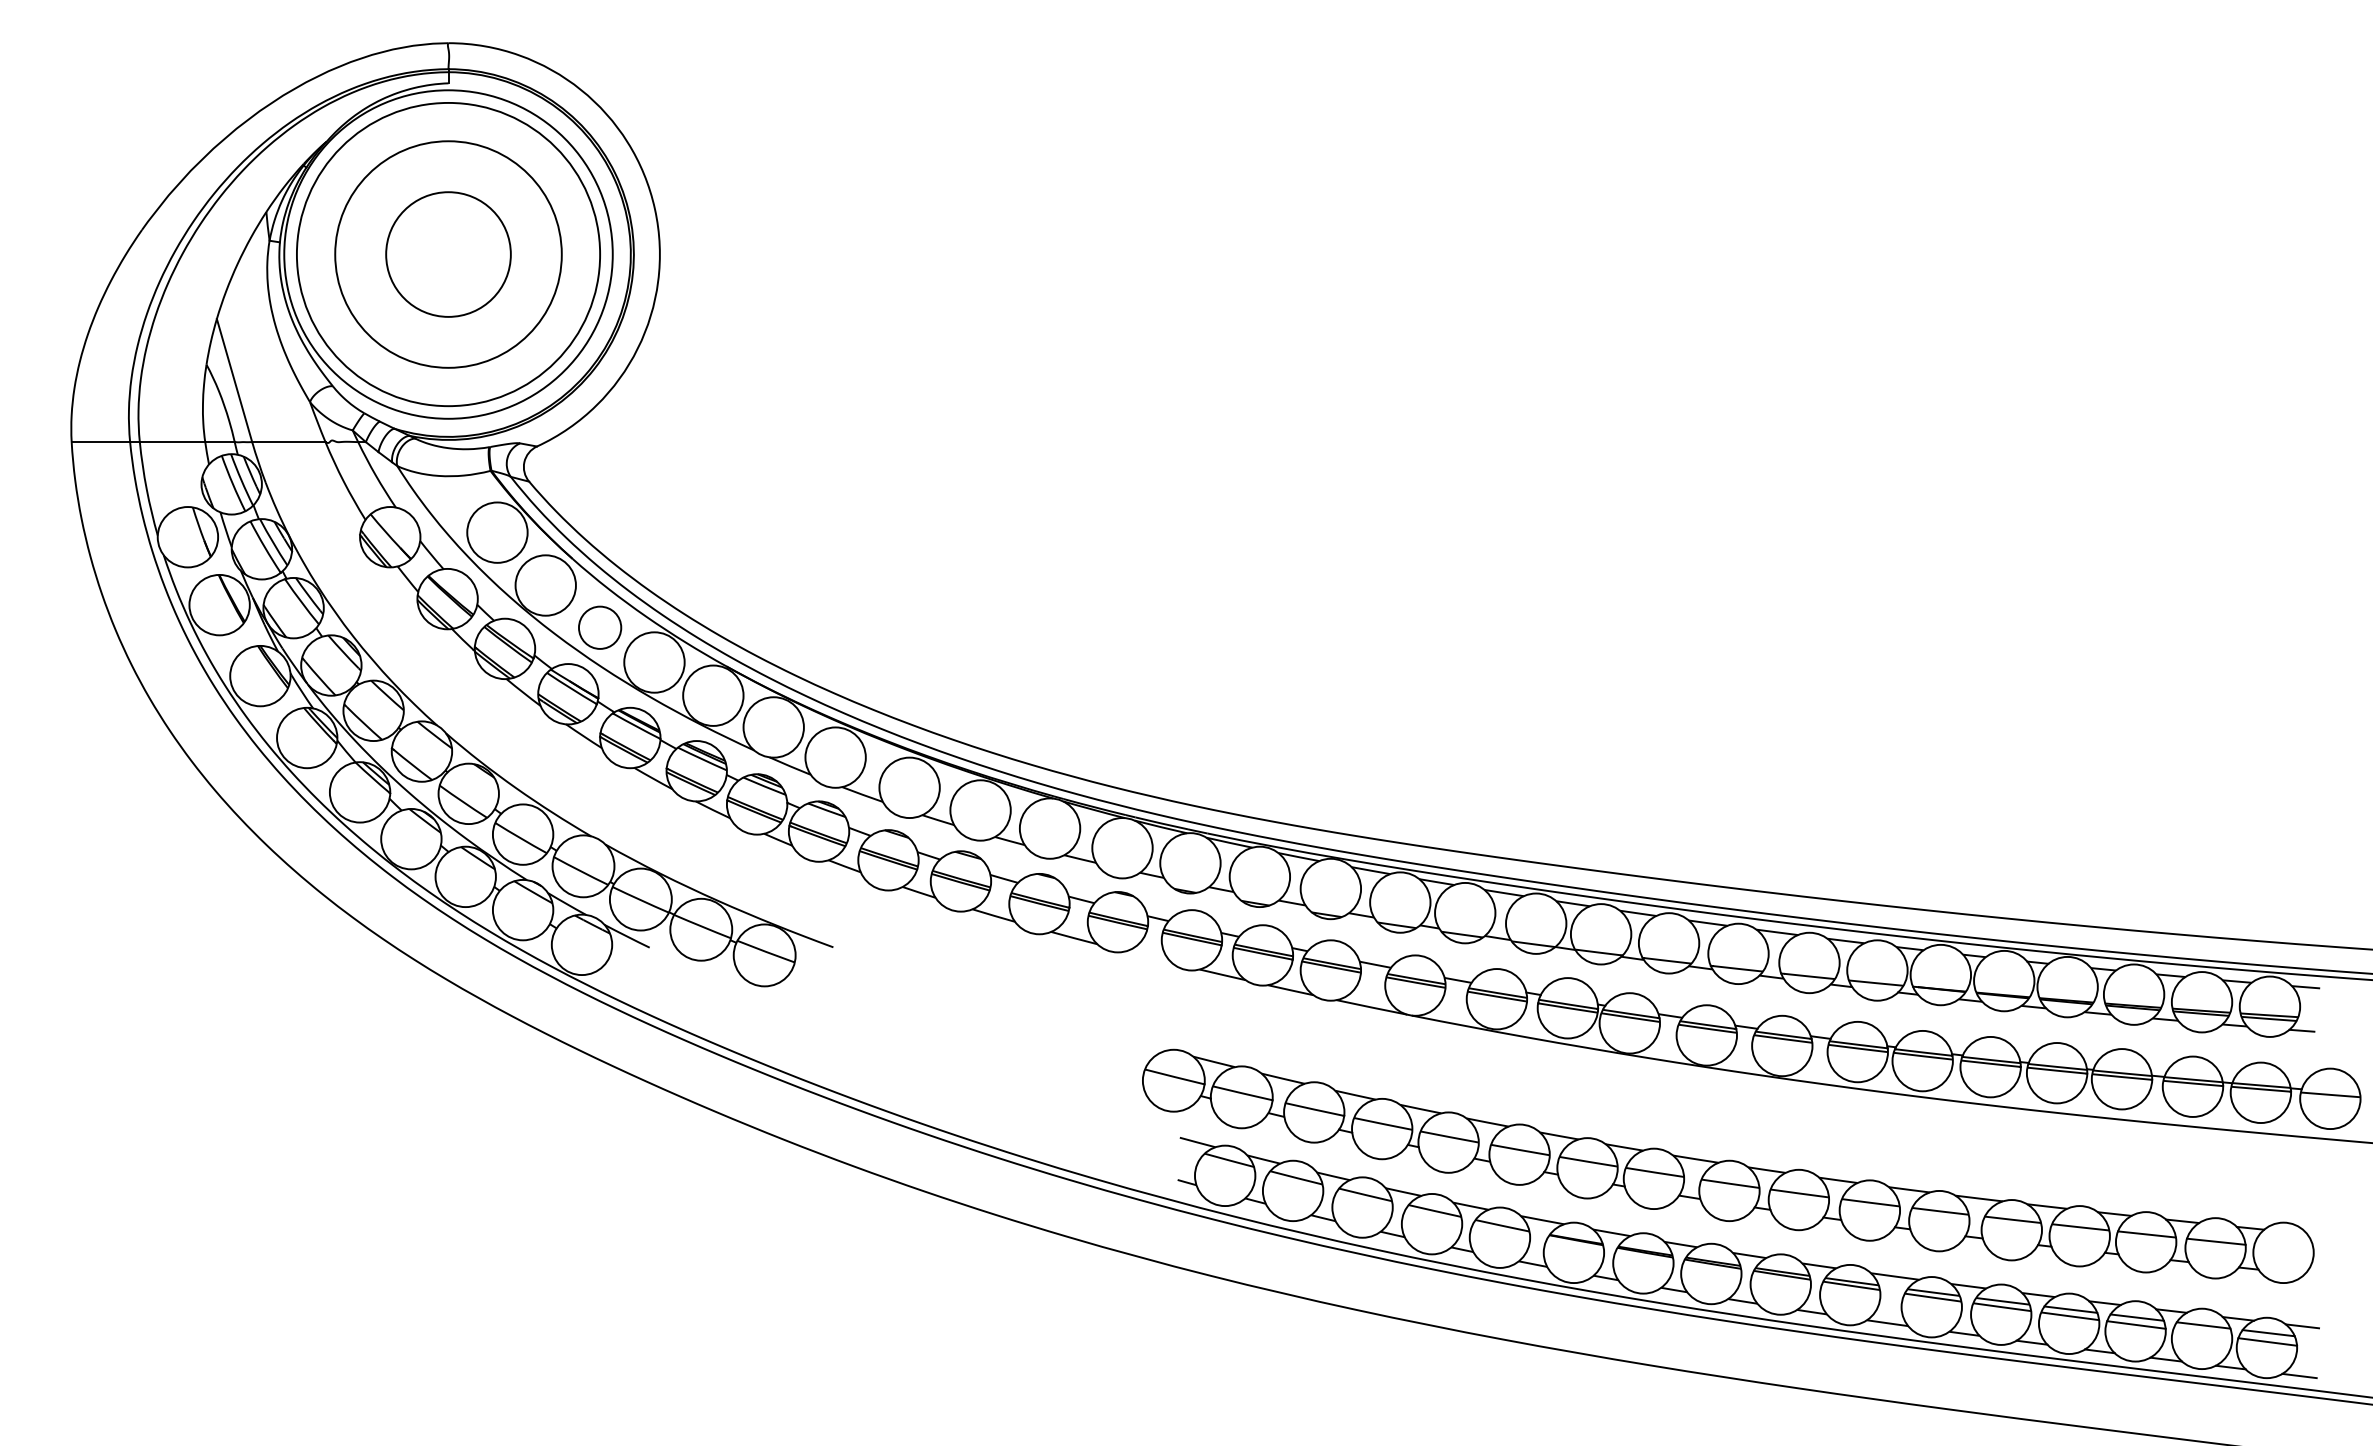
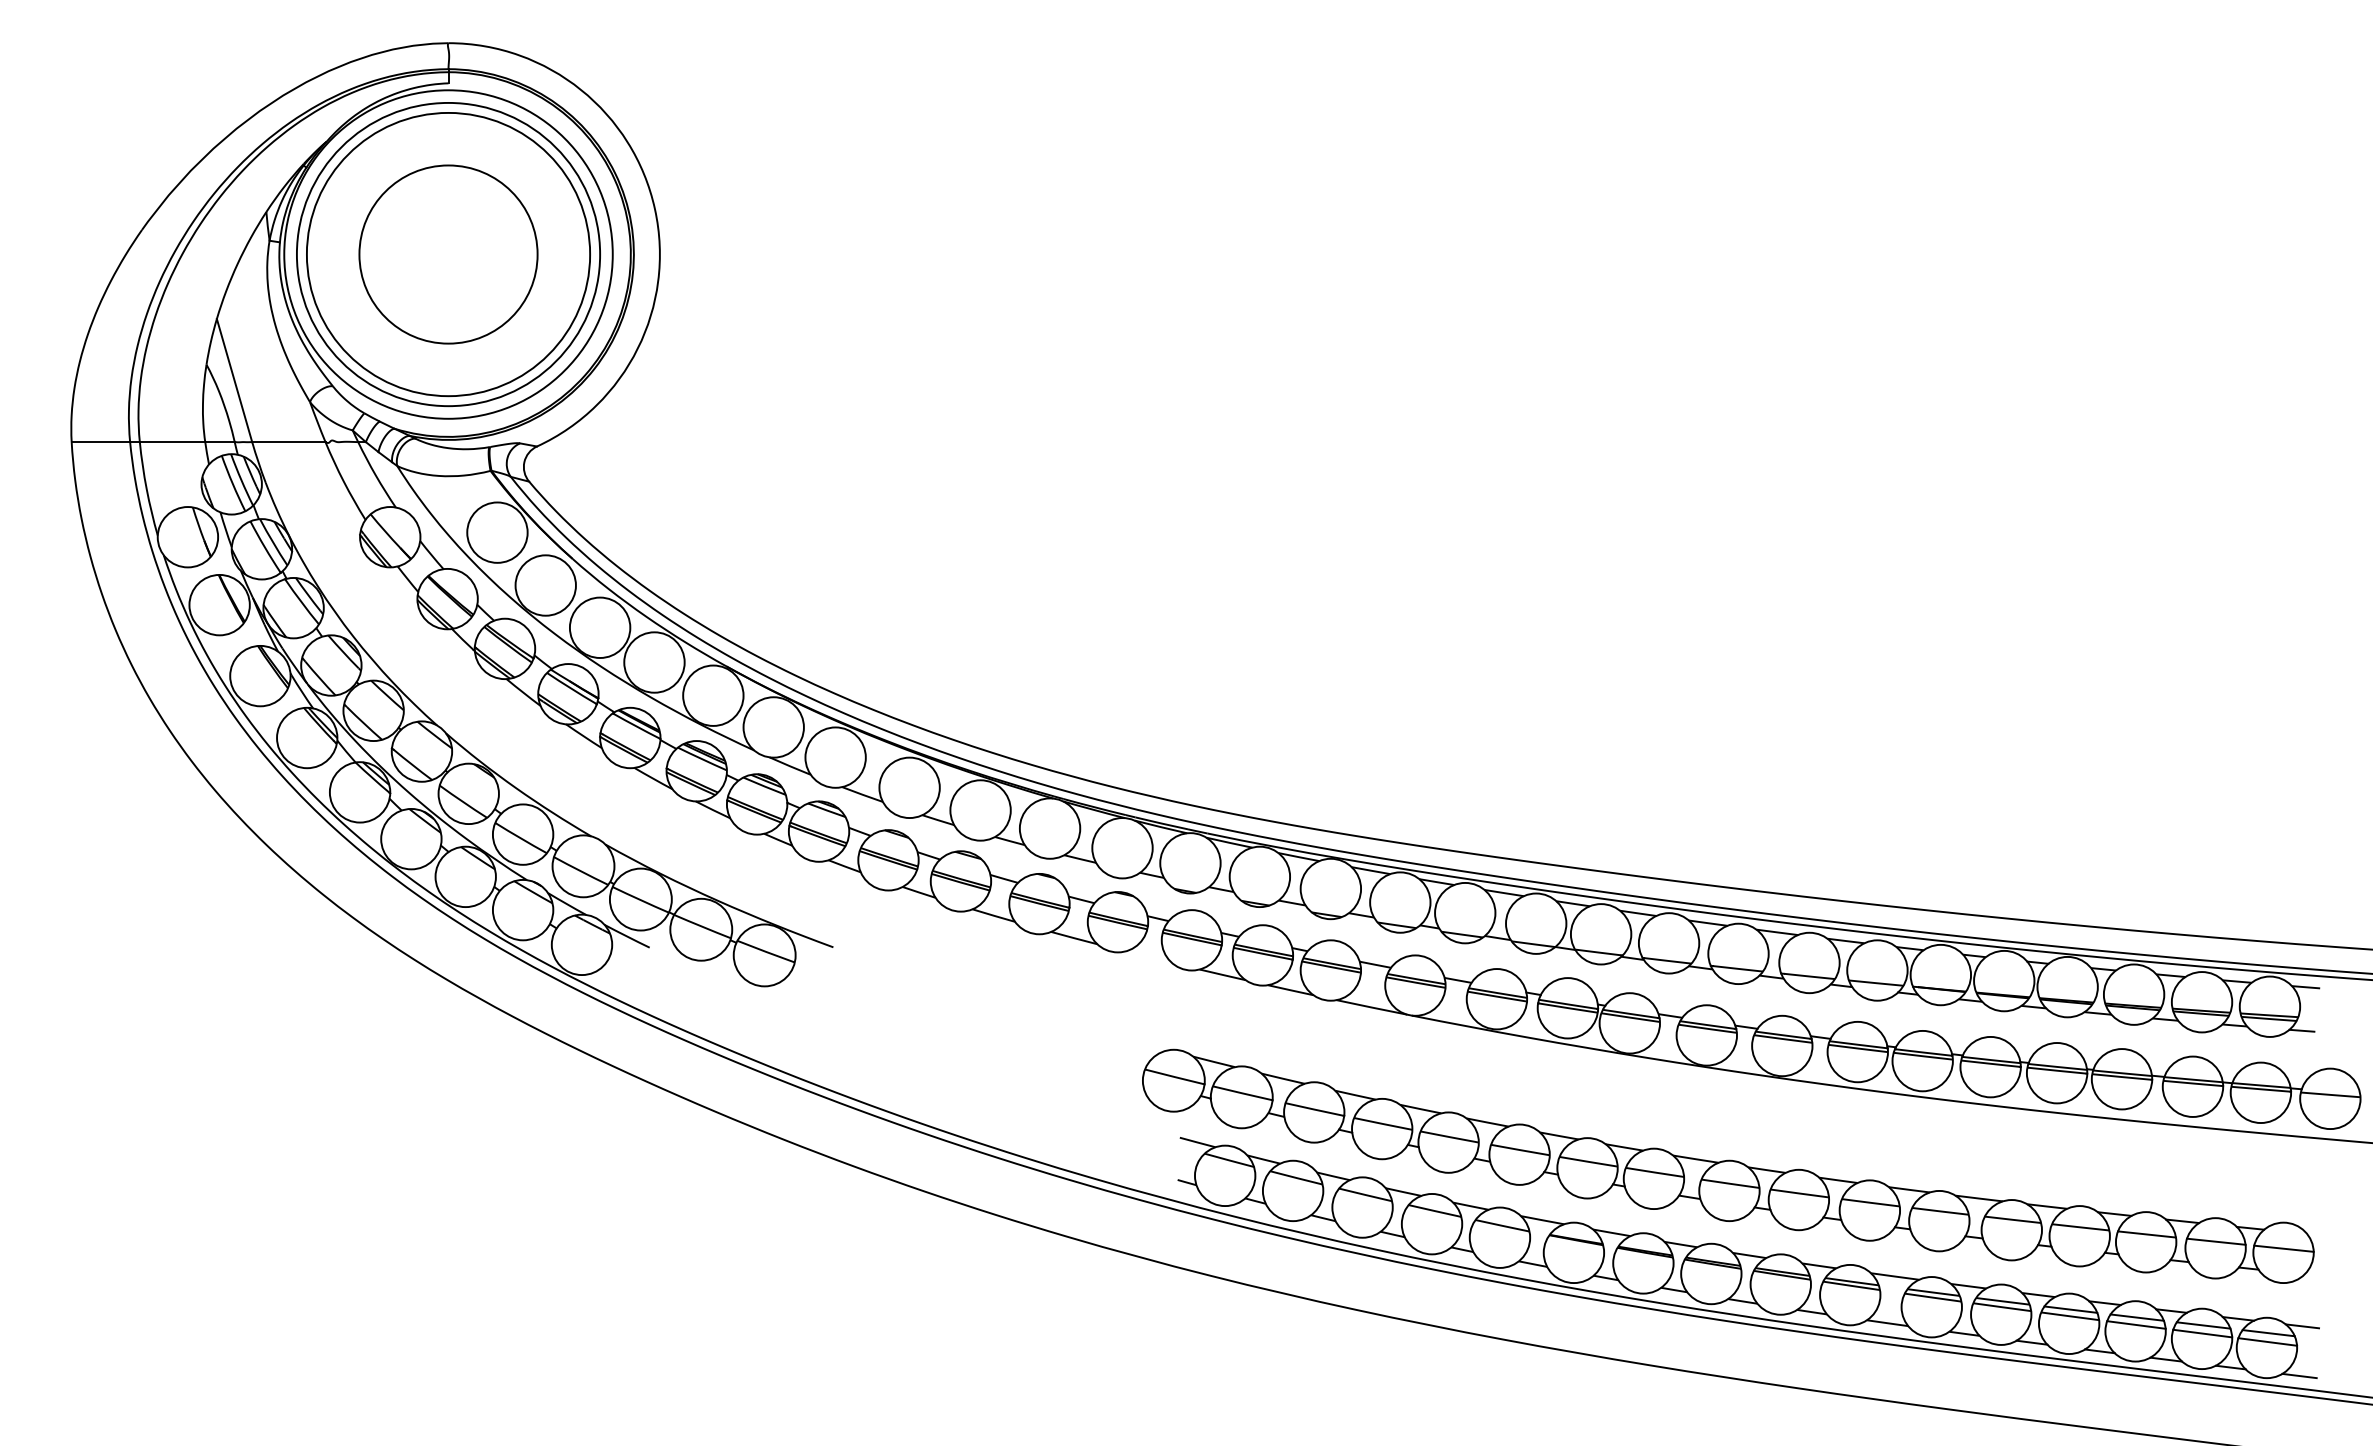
circle at (448, 254) diameter: 125 px -> 178 px
circle at (448, 254) diameter: 227 px -> 283 px
circle at (599, 627) diameter: 42 px -> 60 px
line at (2283, 1248): none -> present
line at (2202, 1333): none -> present
